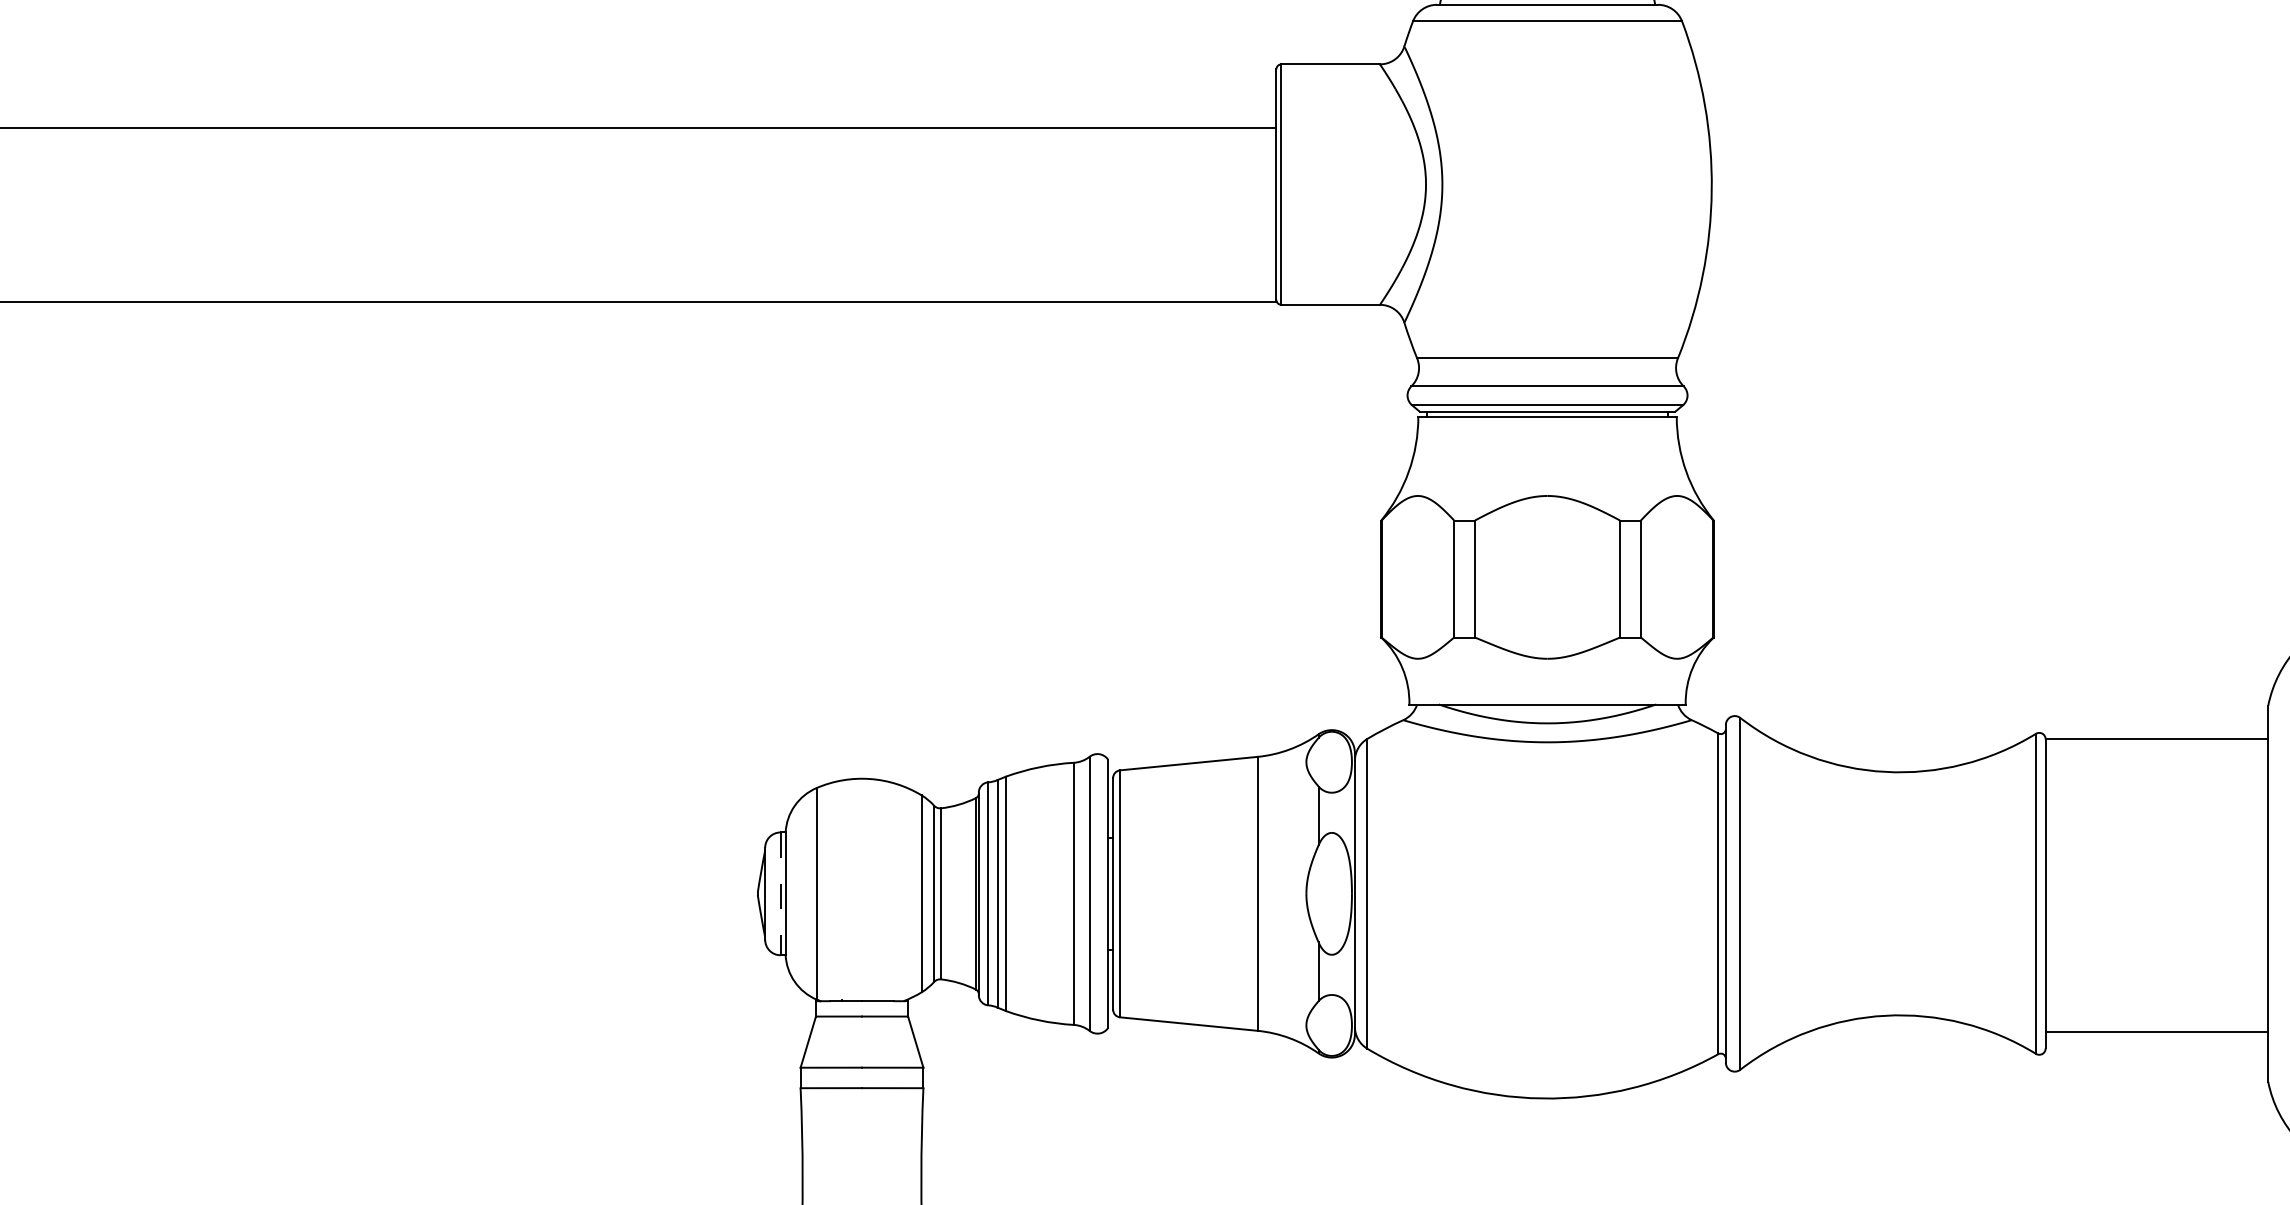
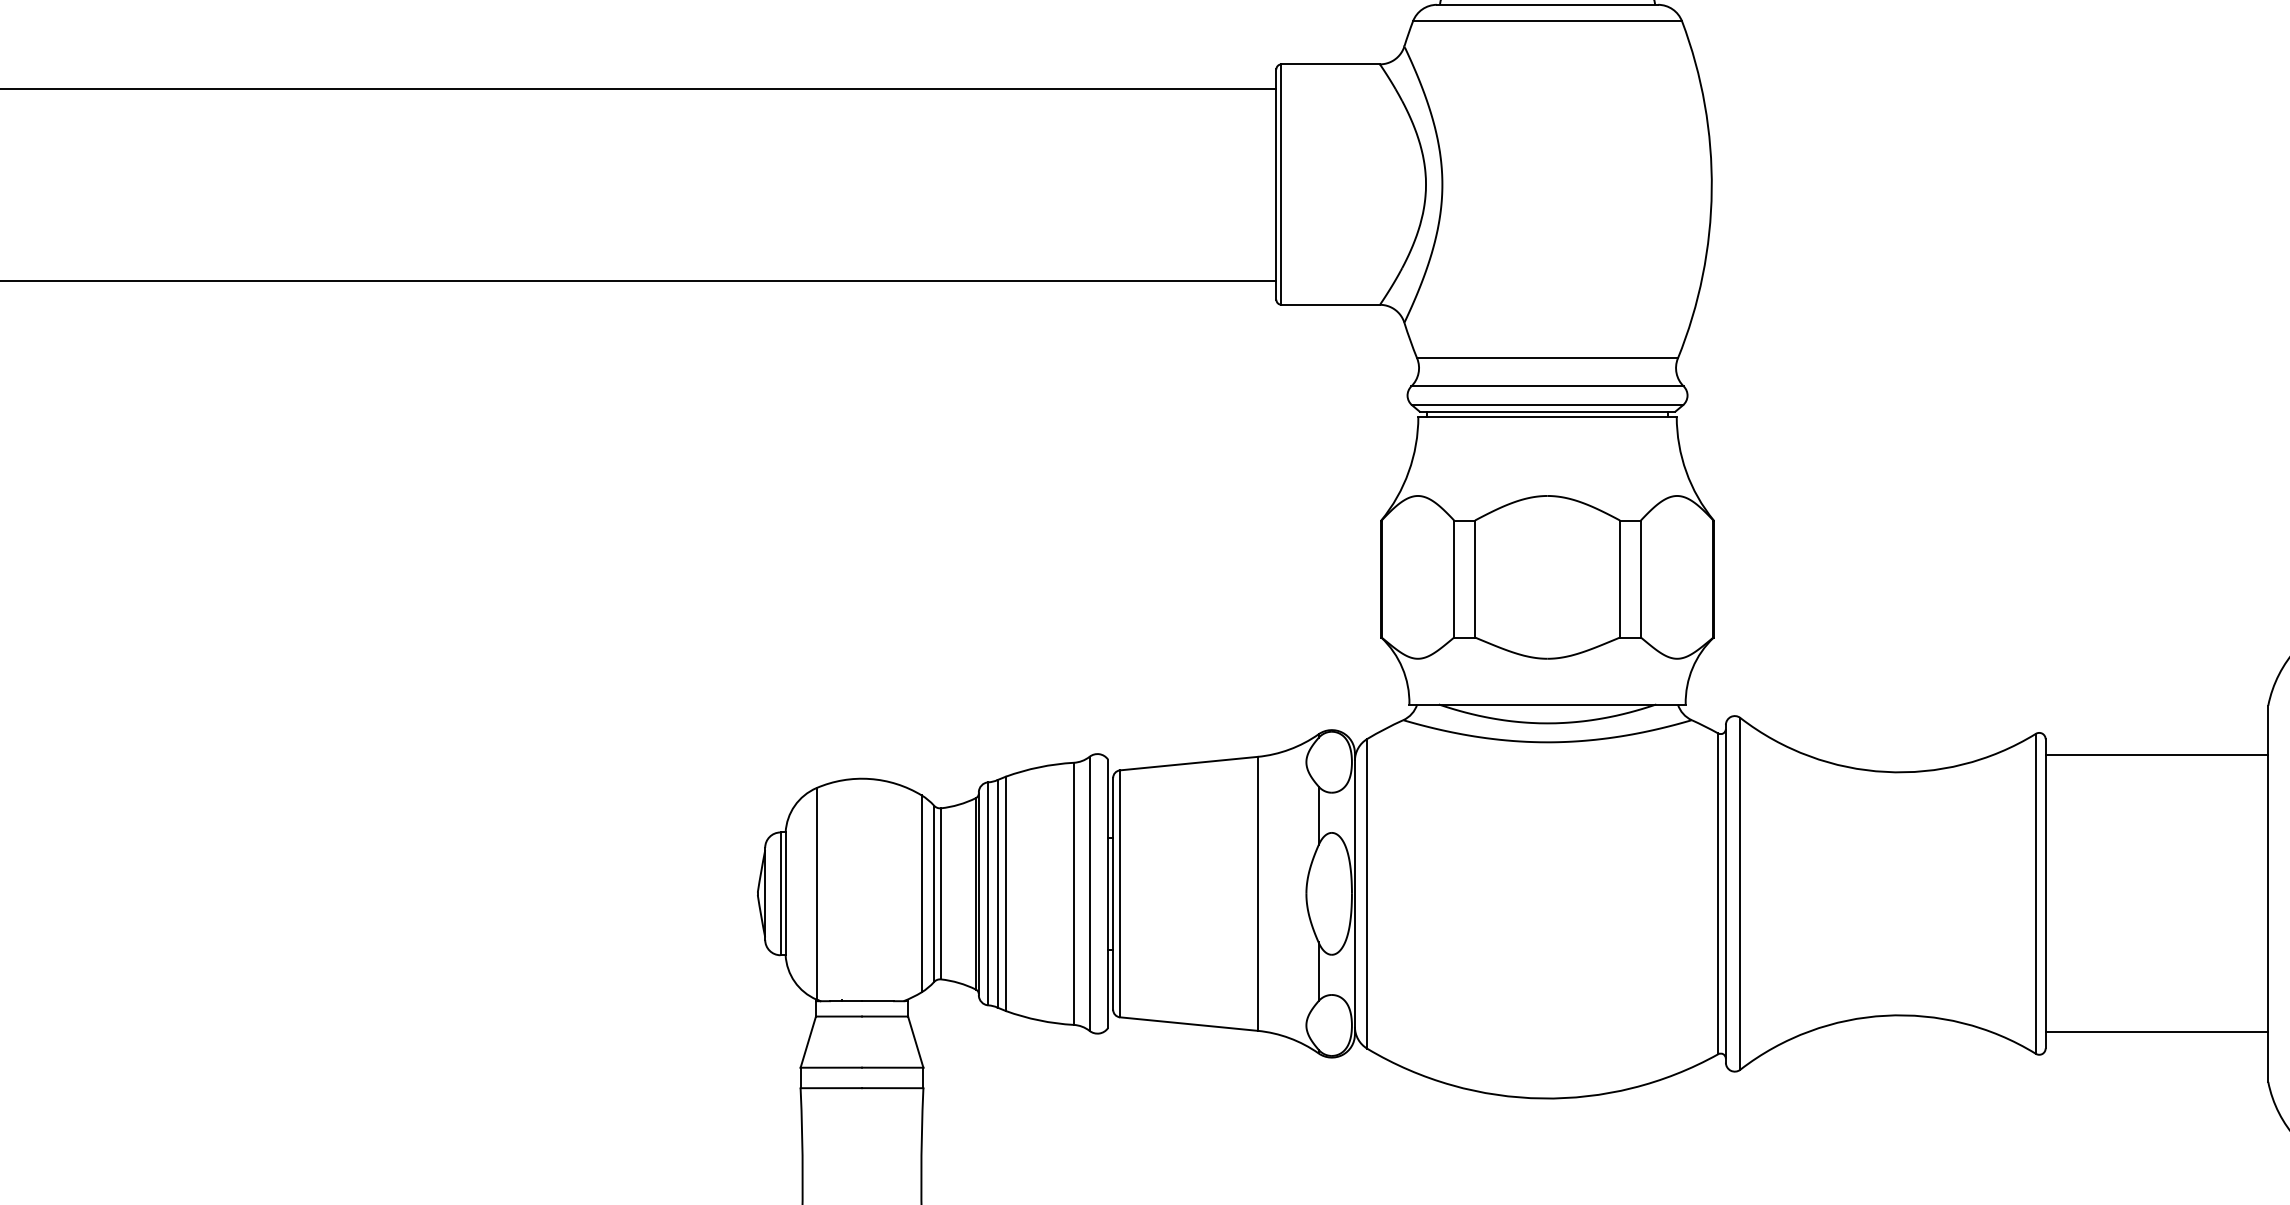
line at (639, 127) position: (639, 127) -> (639, 88)
line at (639, 301) position: (639, 301) -> (639, 280)
line at (2156, 739) position: (2156, 739) -> (2156, 755)
line at (780, 894): dashed -> solid
